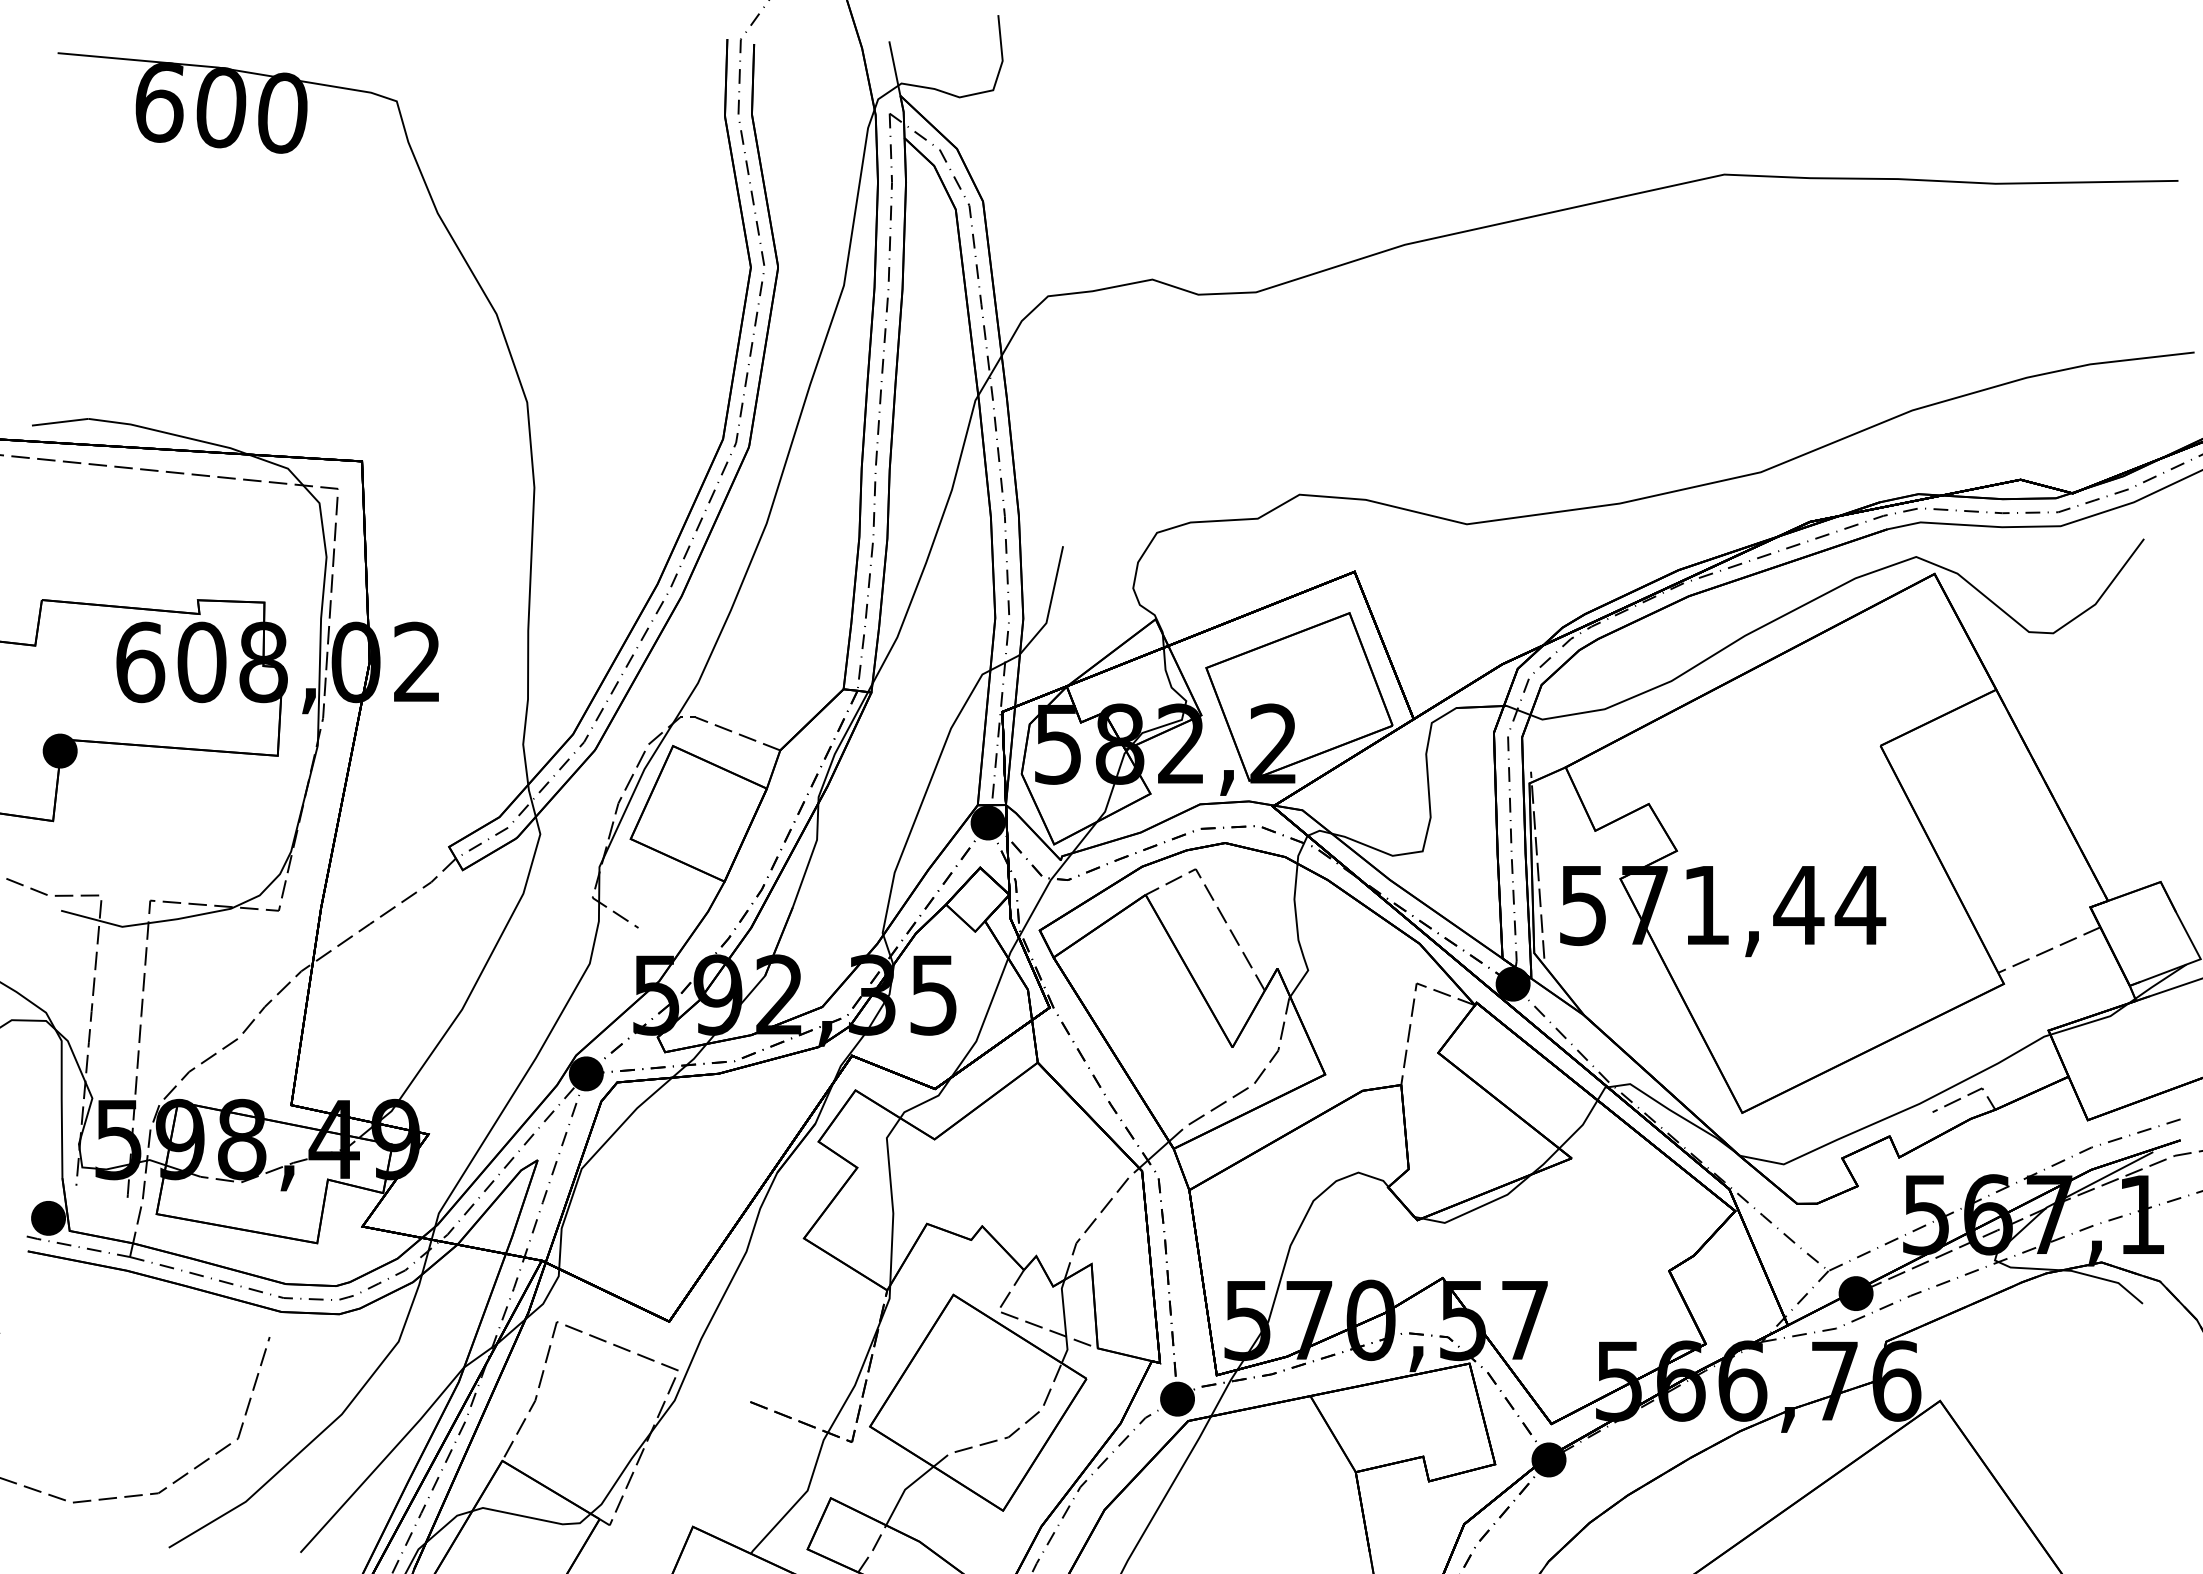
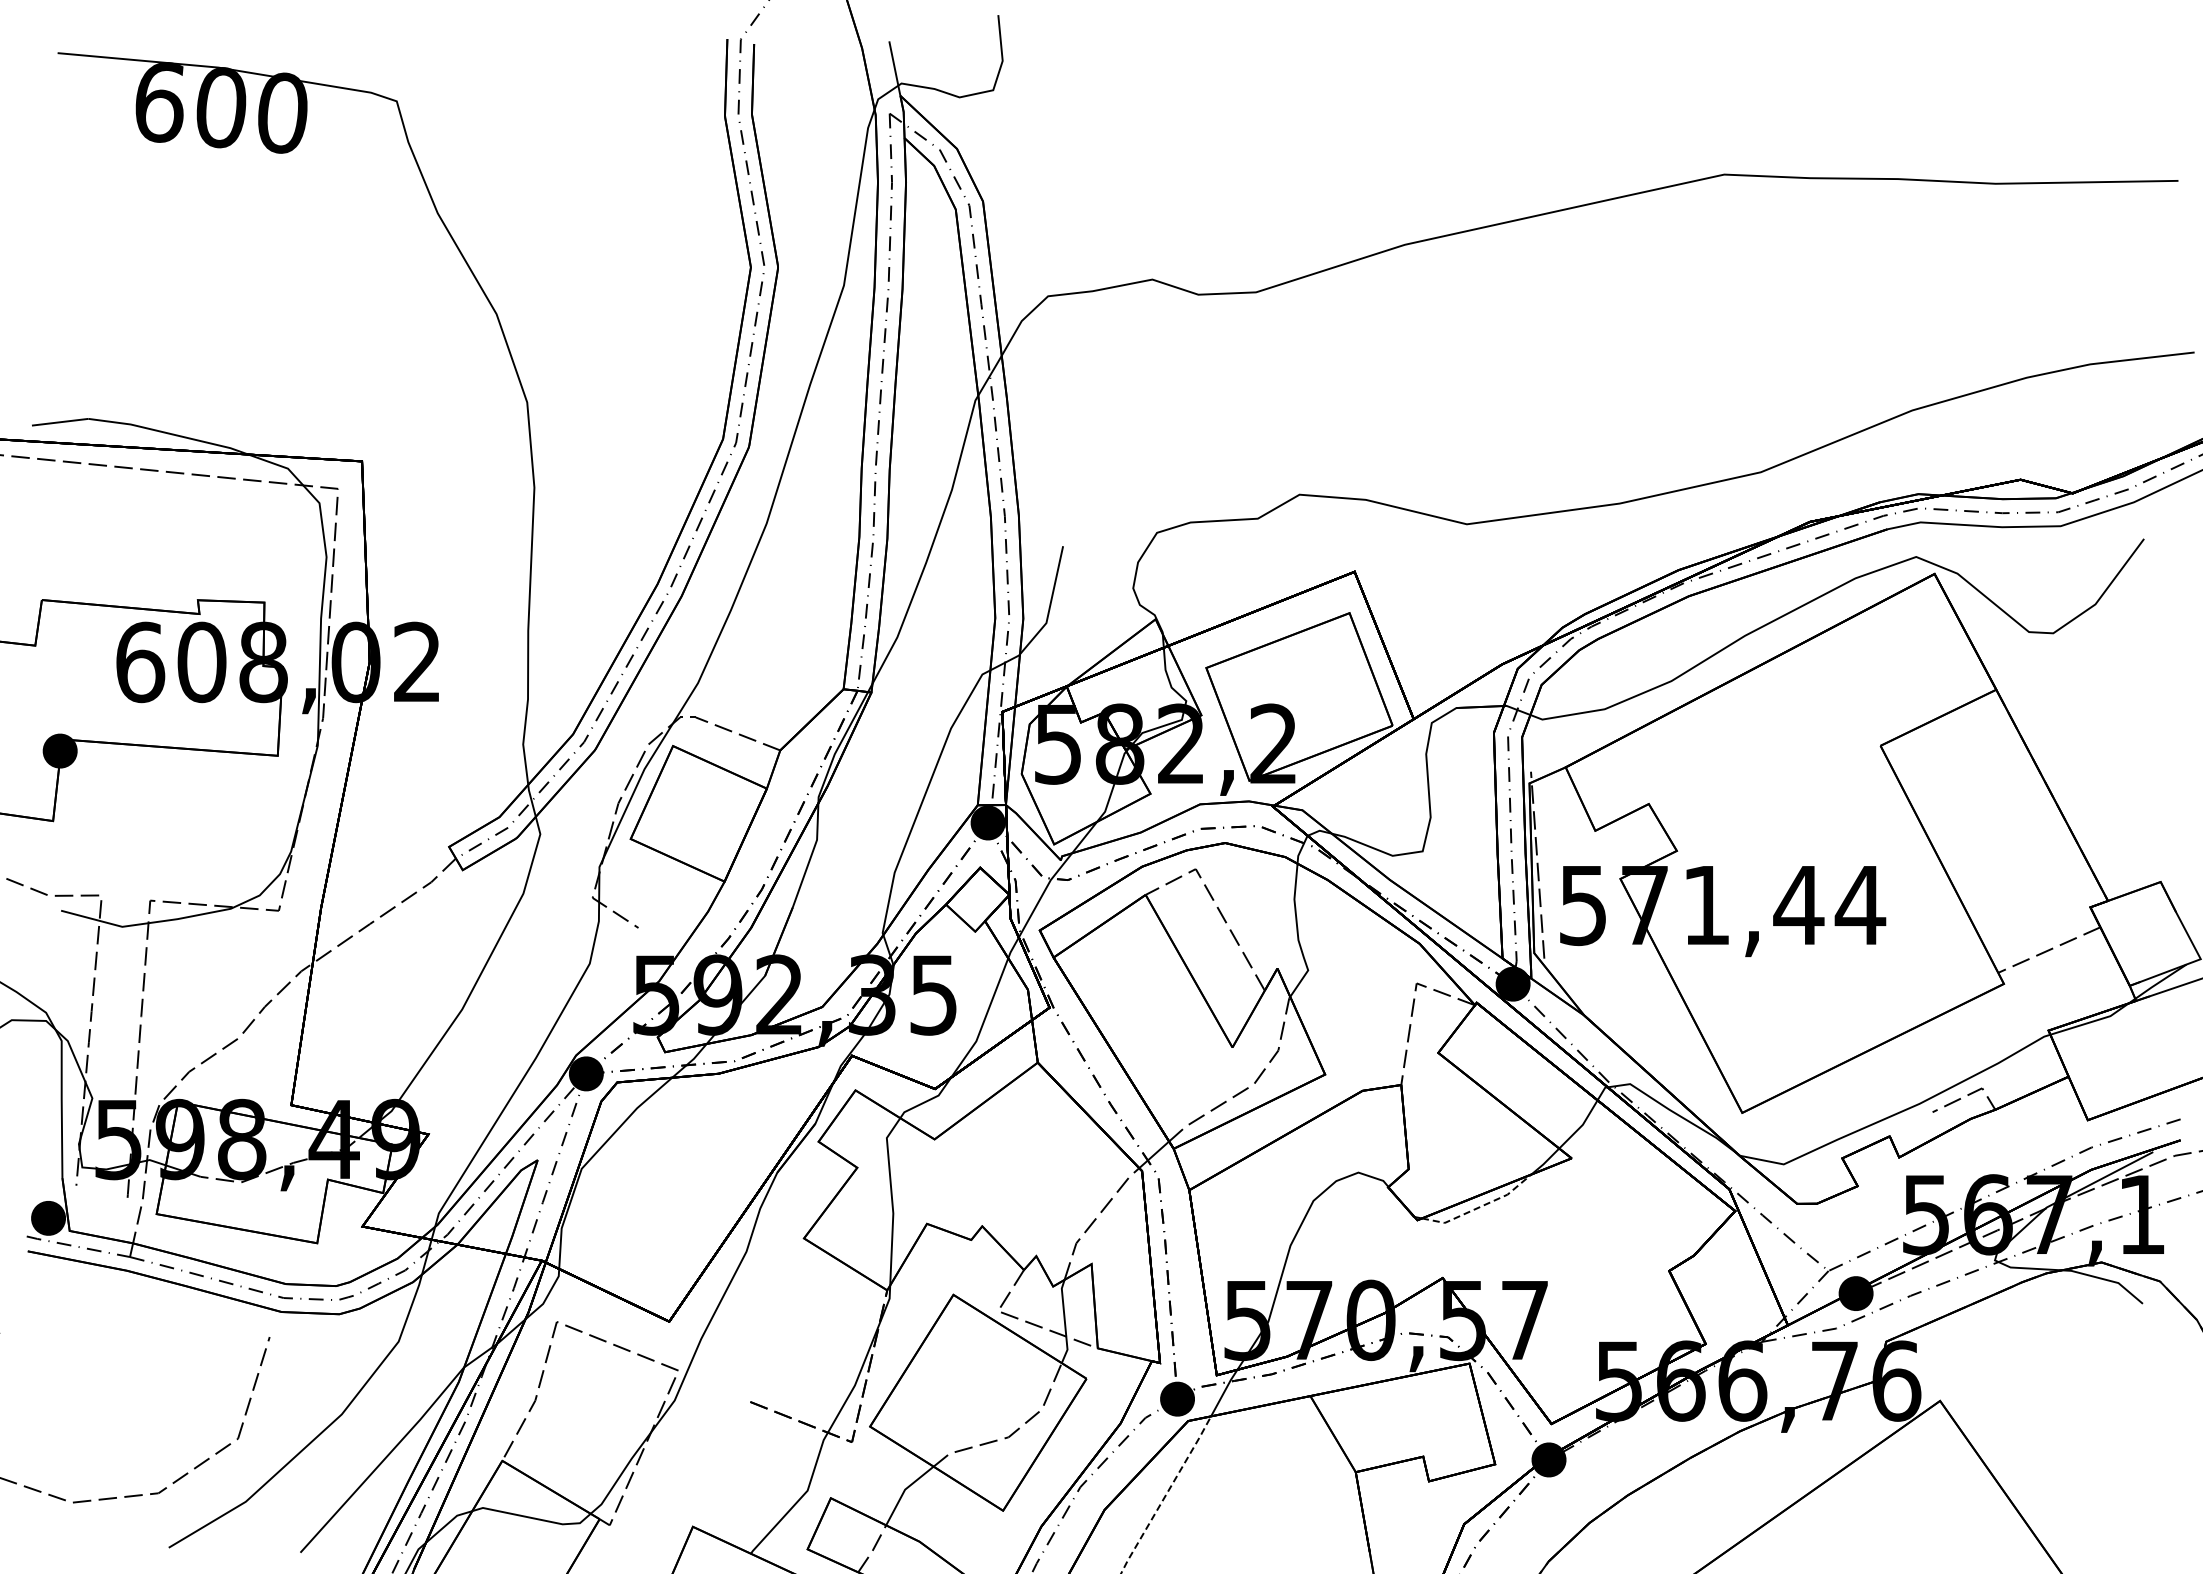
line at (1480, 1206): solid -> dashed
line at (1166, 1494): solid -> dashed
